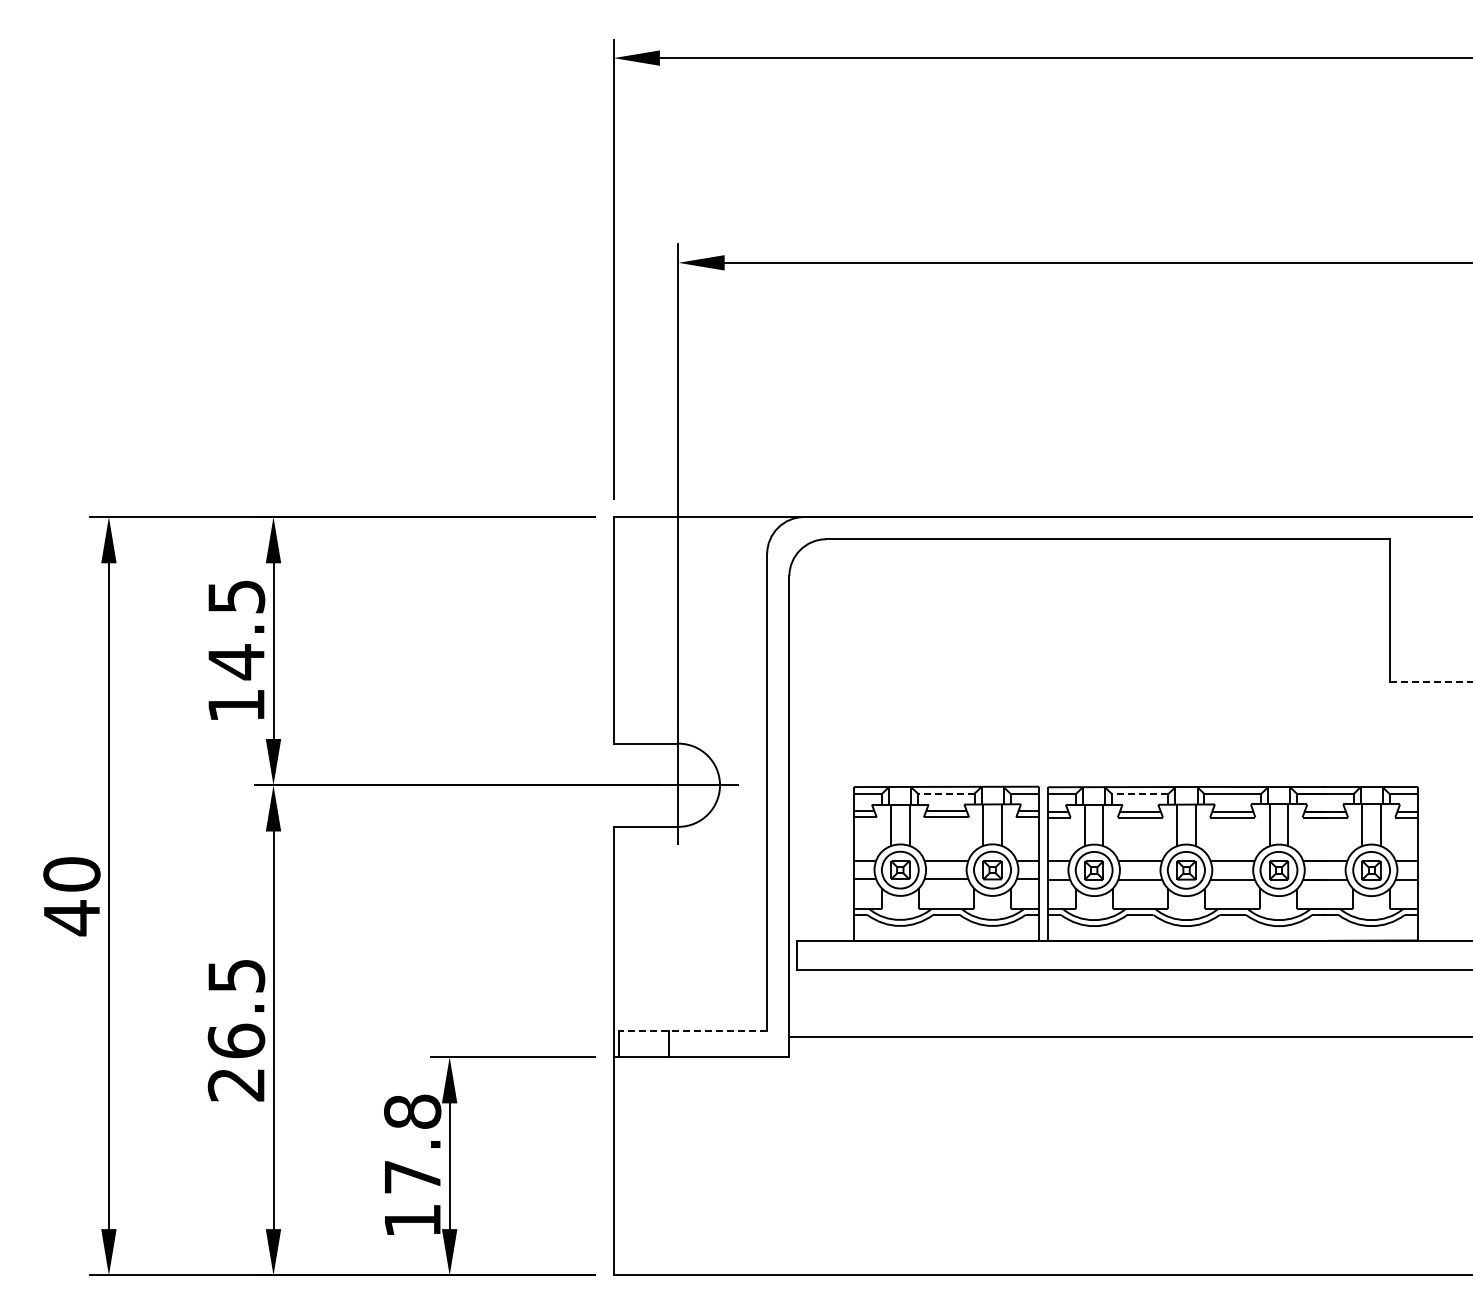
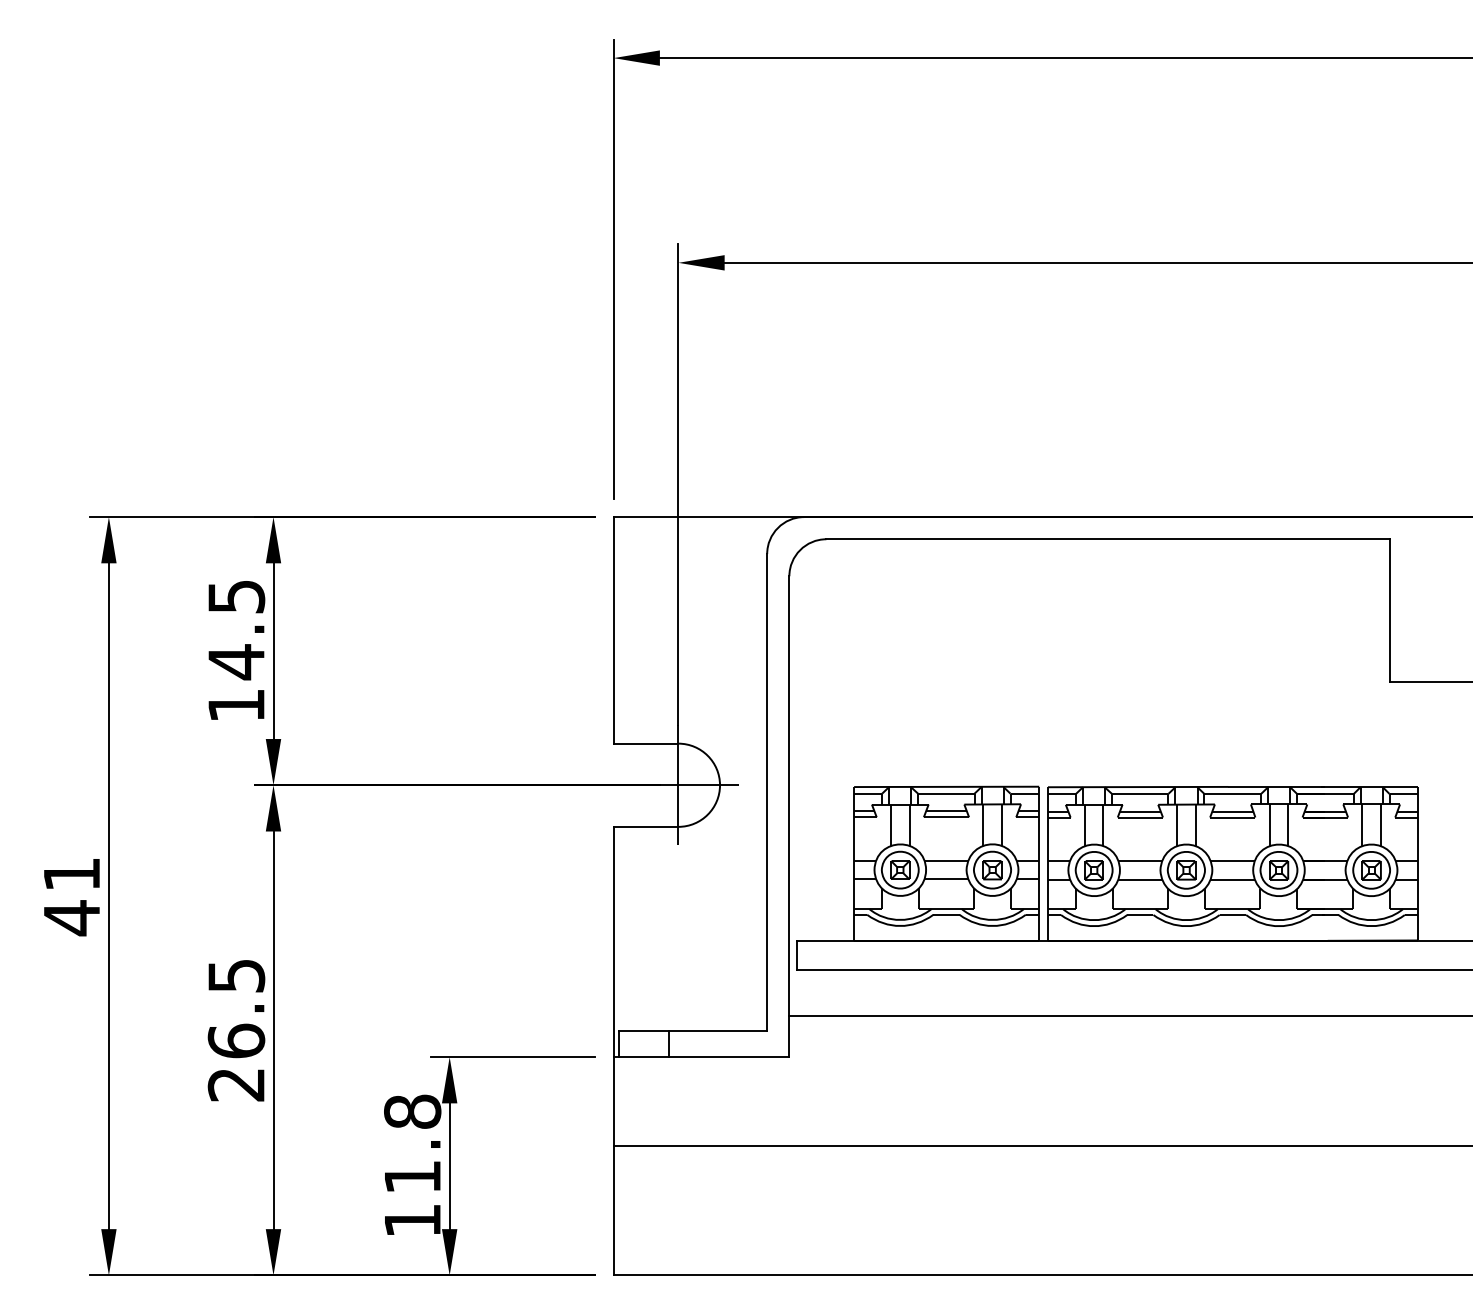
line at (1431, 681): dashed -> solid
line at (945, 793): dashed -> solid
line at (1139, 793): dashed -> solid
text at (71, 874): 40 -> 41
line at (693, 1031): dashed -> solid
line at (1129, 1037) position: (1129, 1037) -> (1129, 1016)
line at (1041, 1145): none -> present
text at (412, 1177): 17.8 -> 11.8
